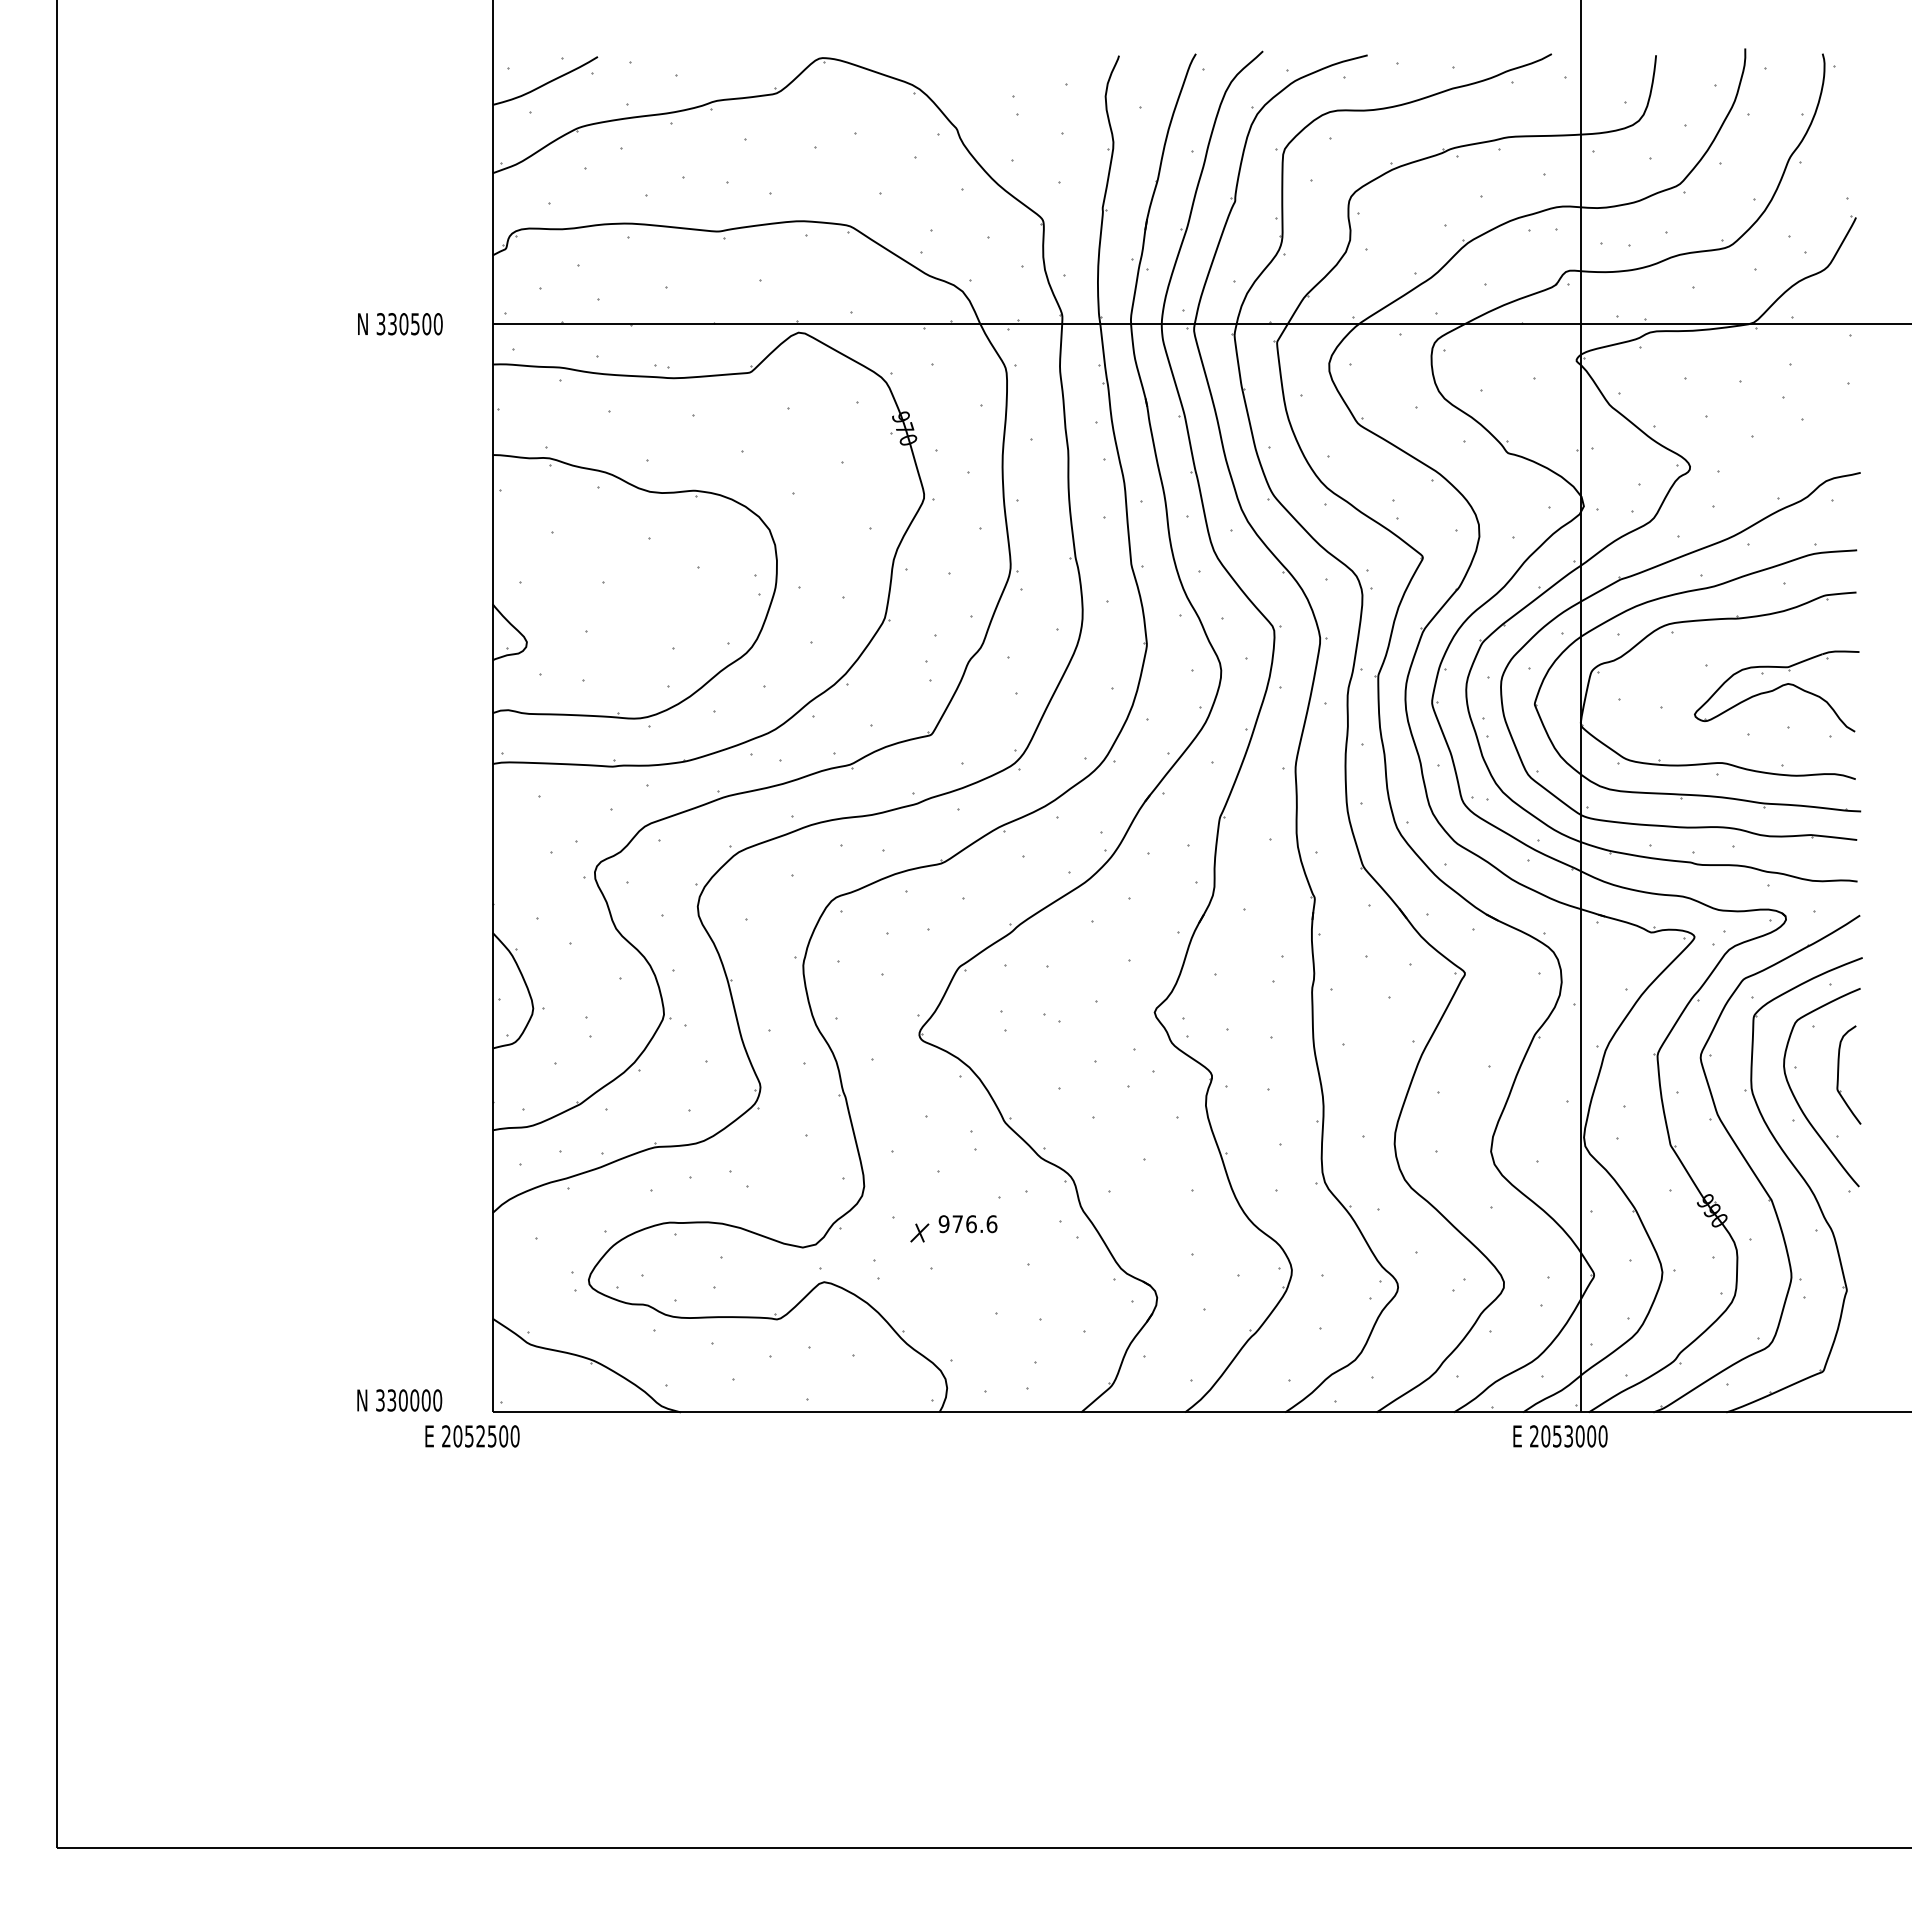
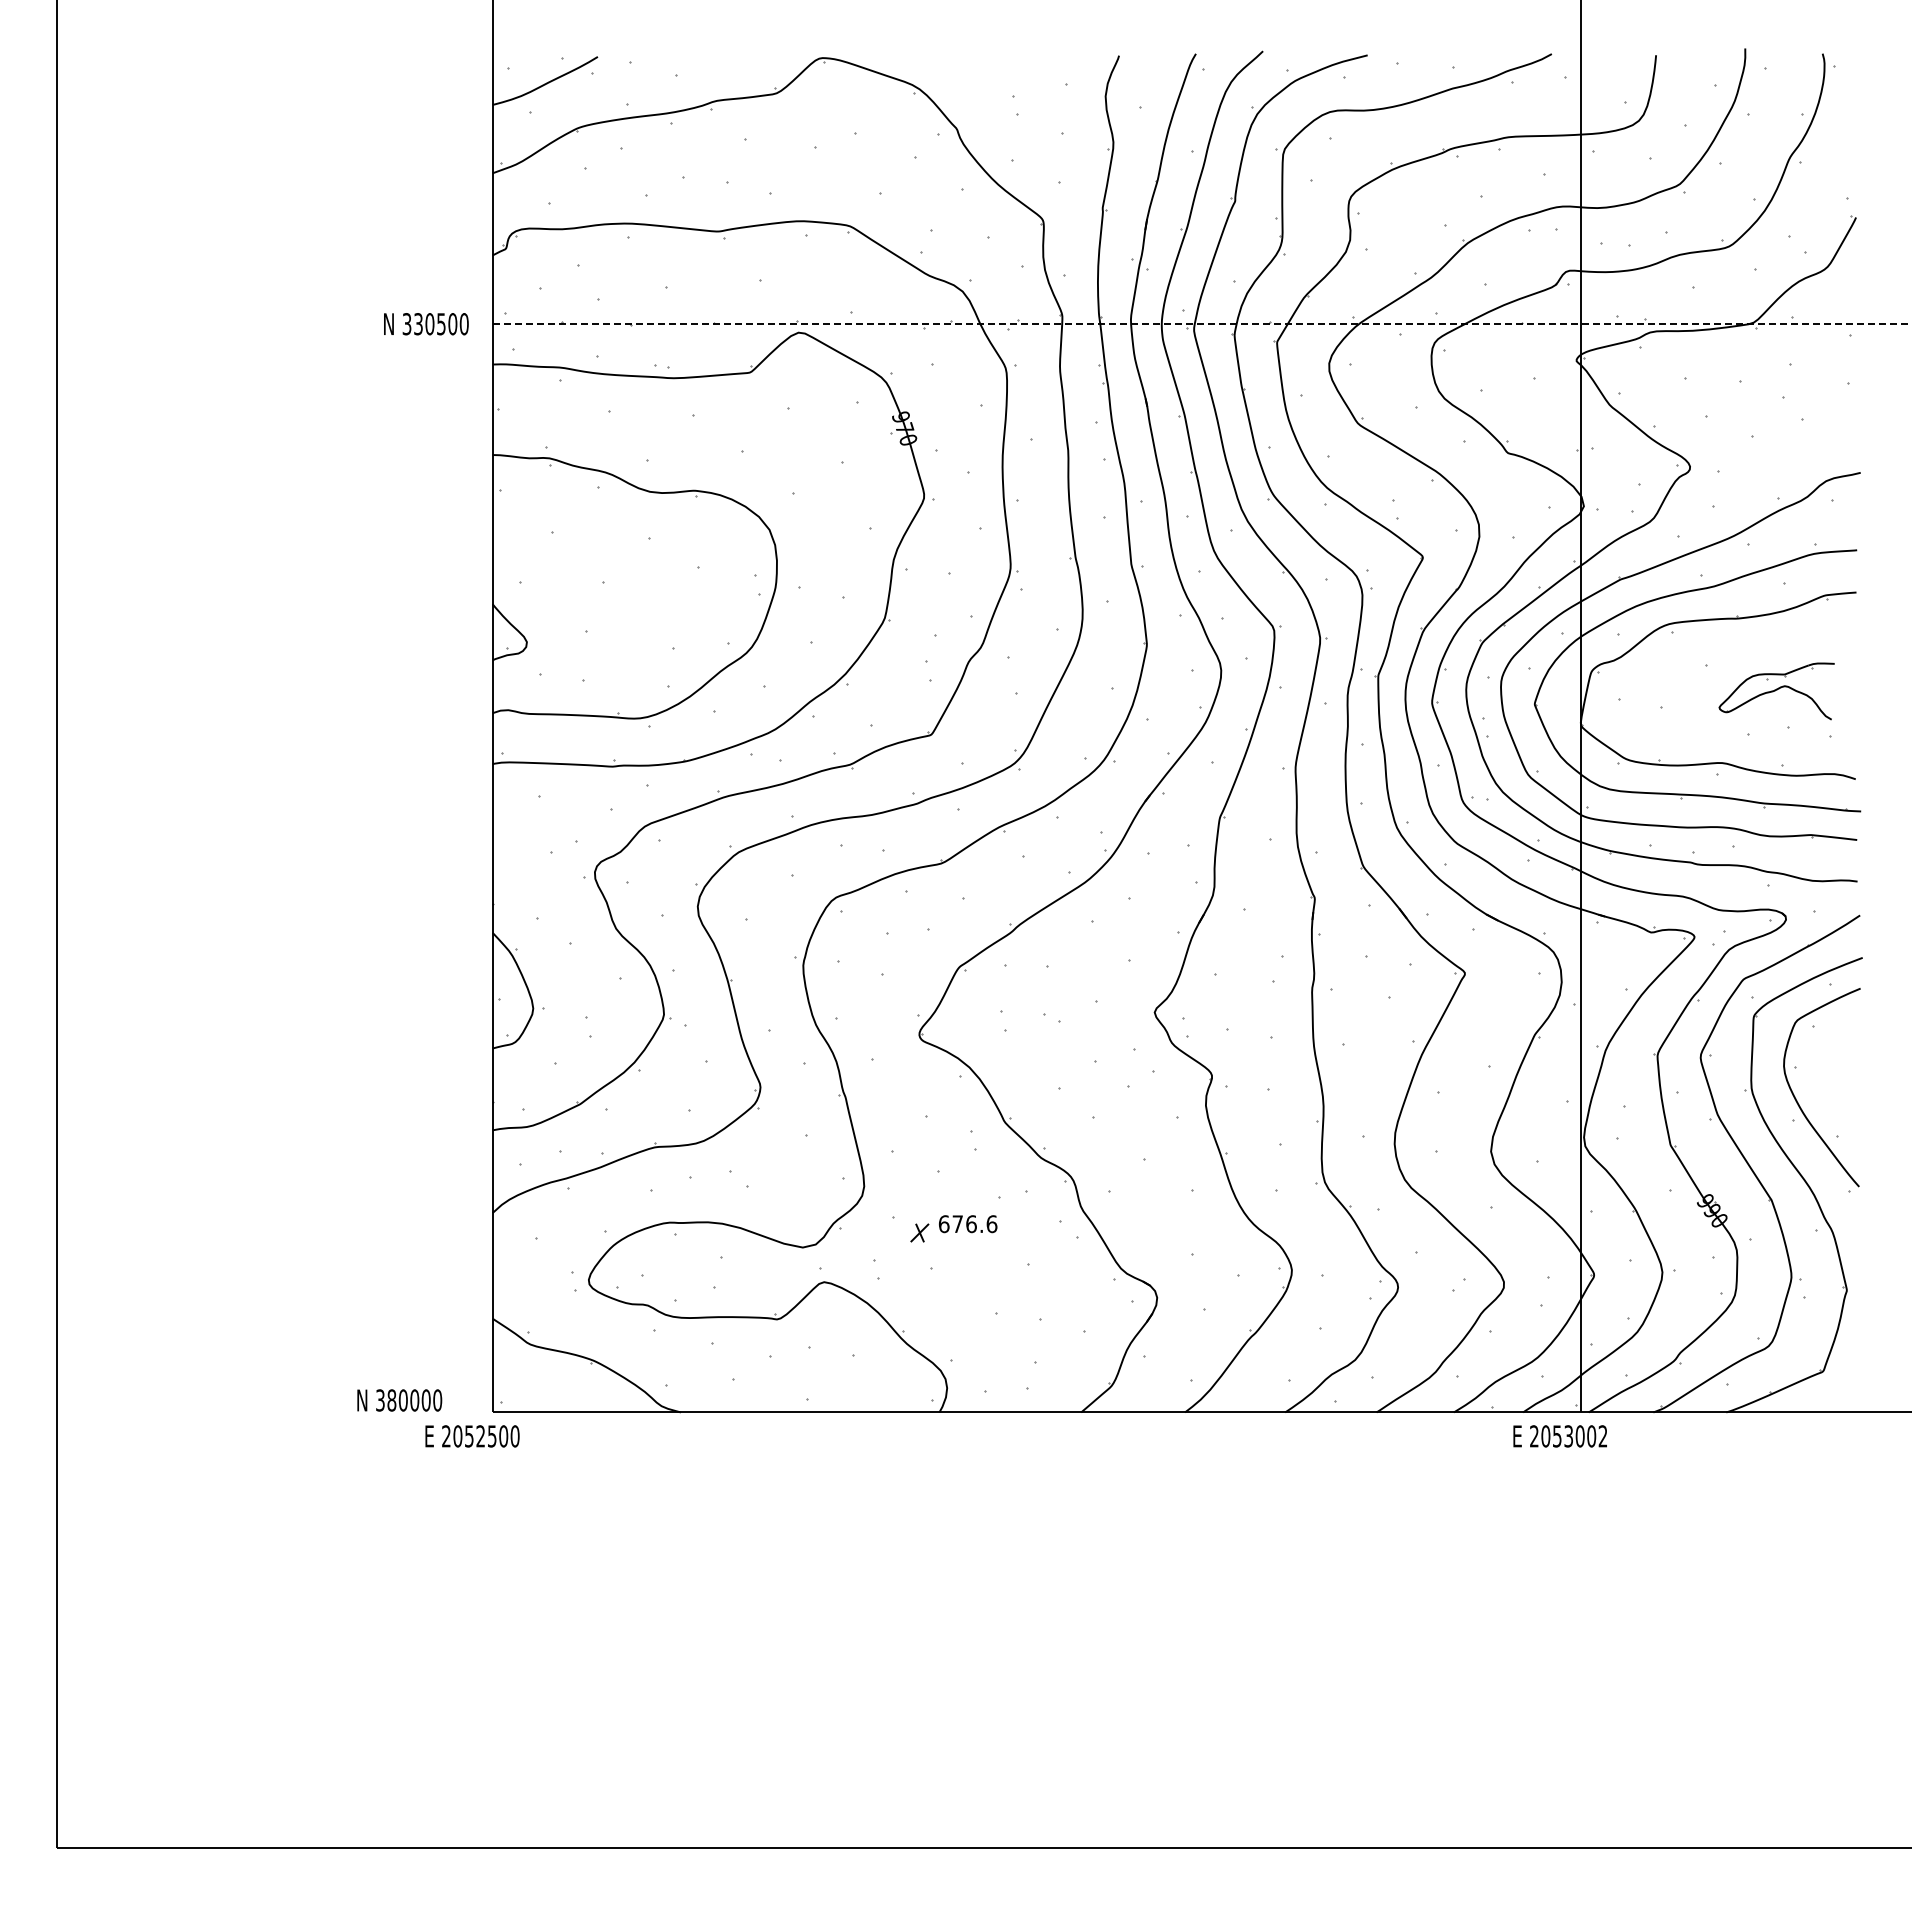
text at (400, 324) position: (400, 324) -> (426, 324)
line at (1202, 324): solid -> dashed
part at (1776, 691) size: 166x83 px -> 117x59 px
part at (1839, 1070): present -> none
text at (943, 1224): 976.6 -> 676.6
text at (391, 1400): 330000 -> 380000
text at (1602, 1436): 2053000 -> 2053002
